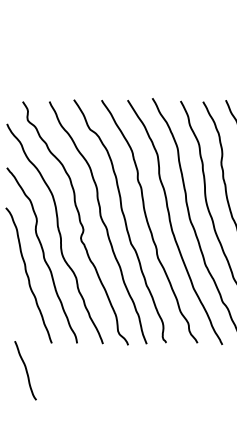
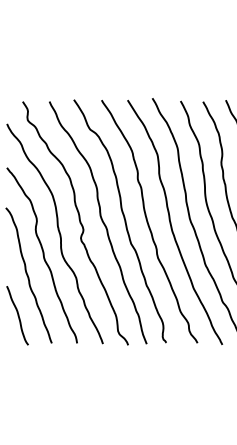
curve at (25, 370) position: (25, 370) -> (17, 315)
